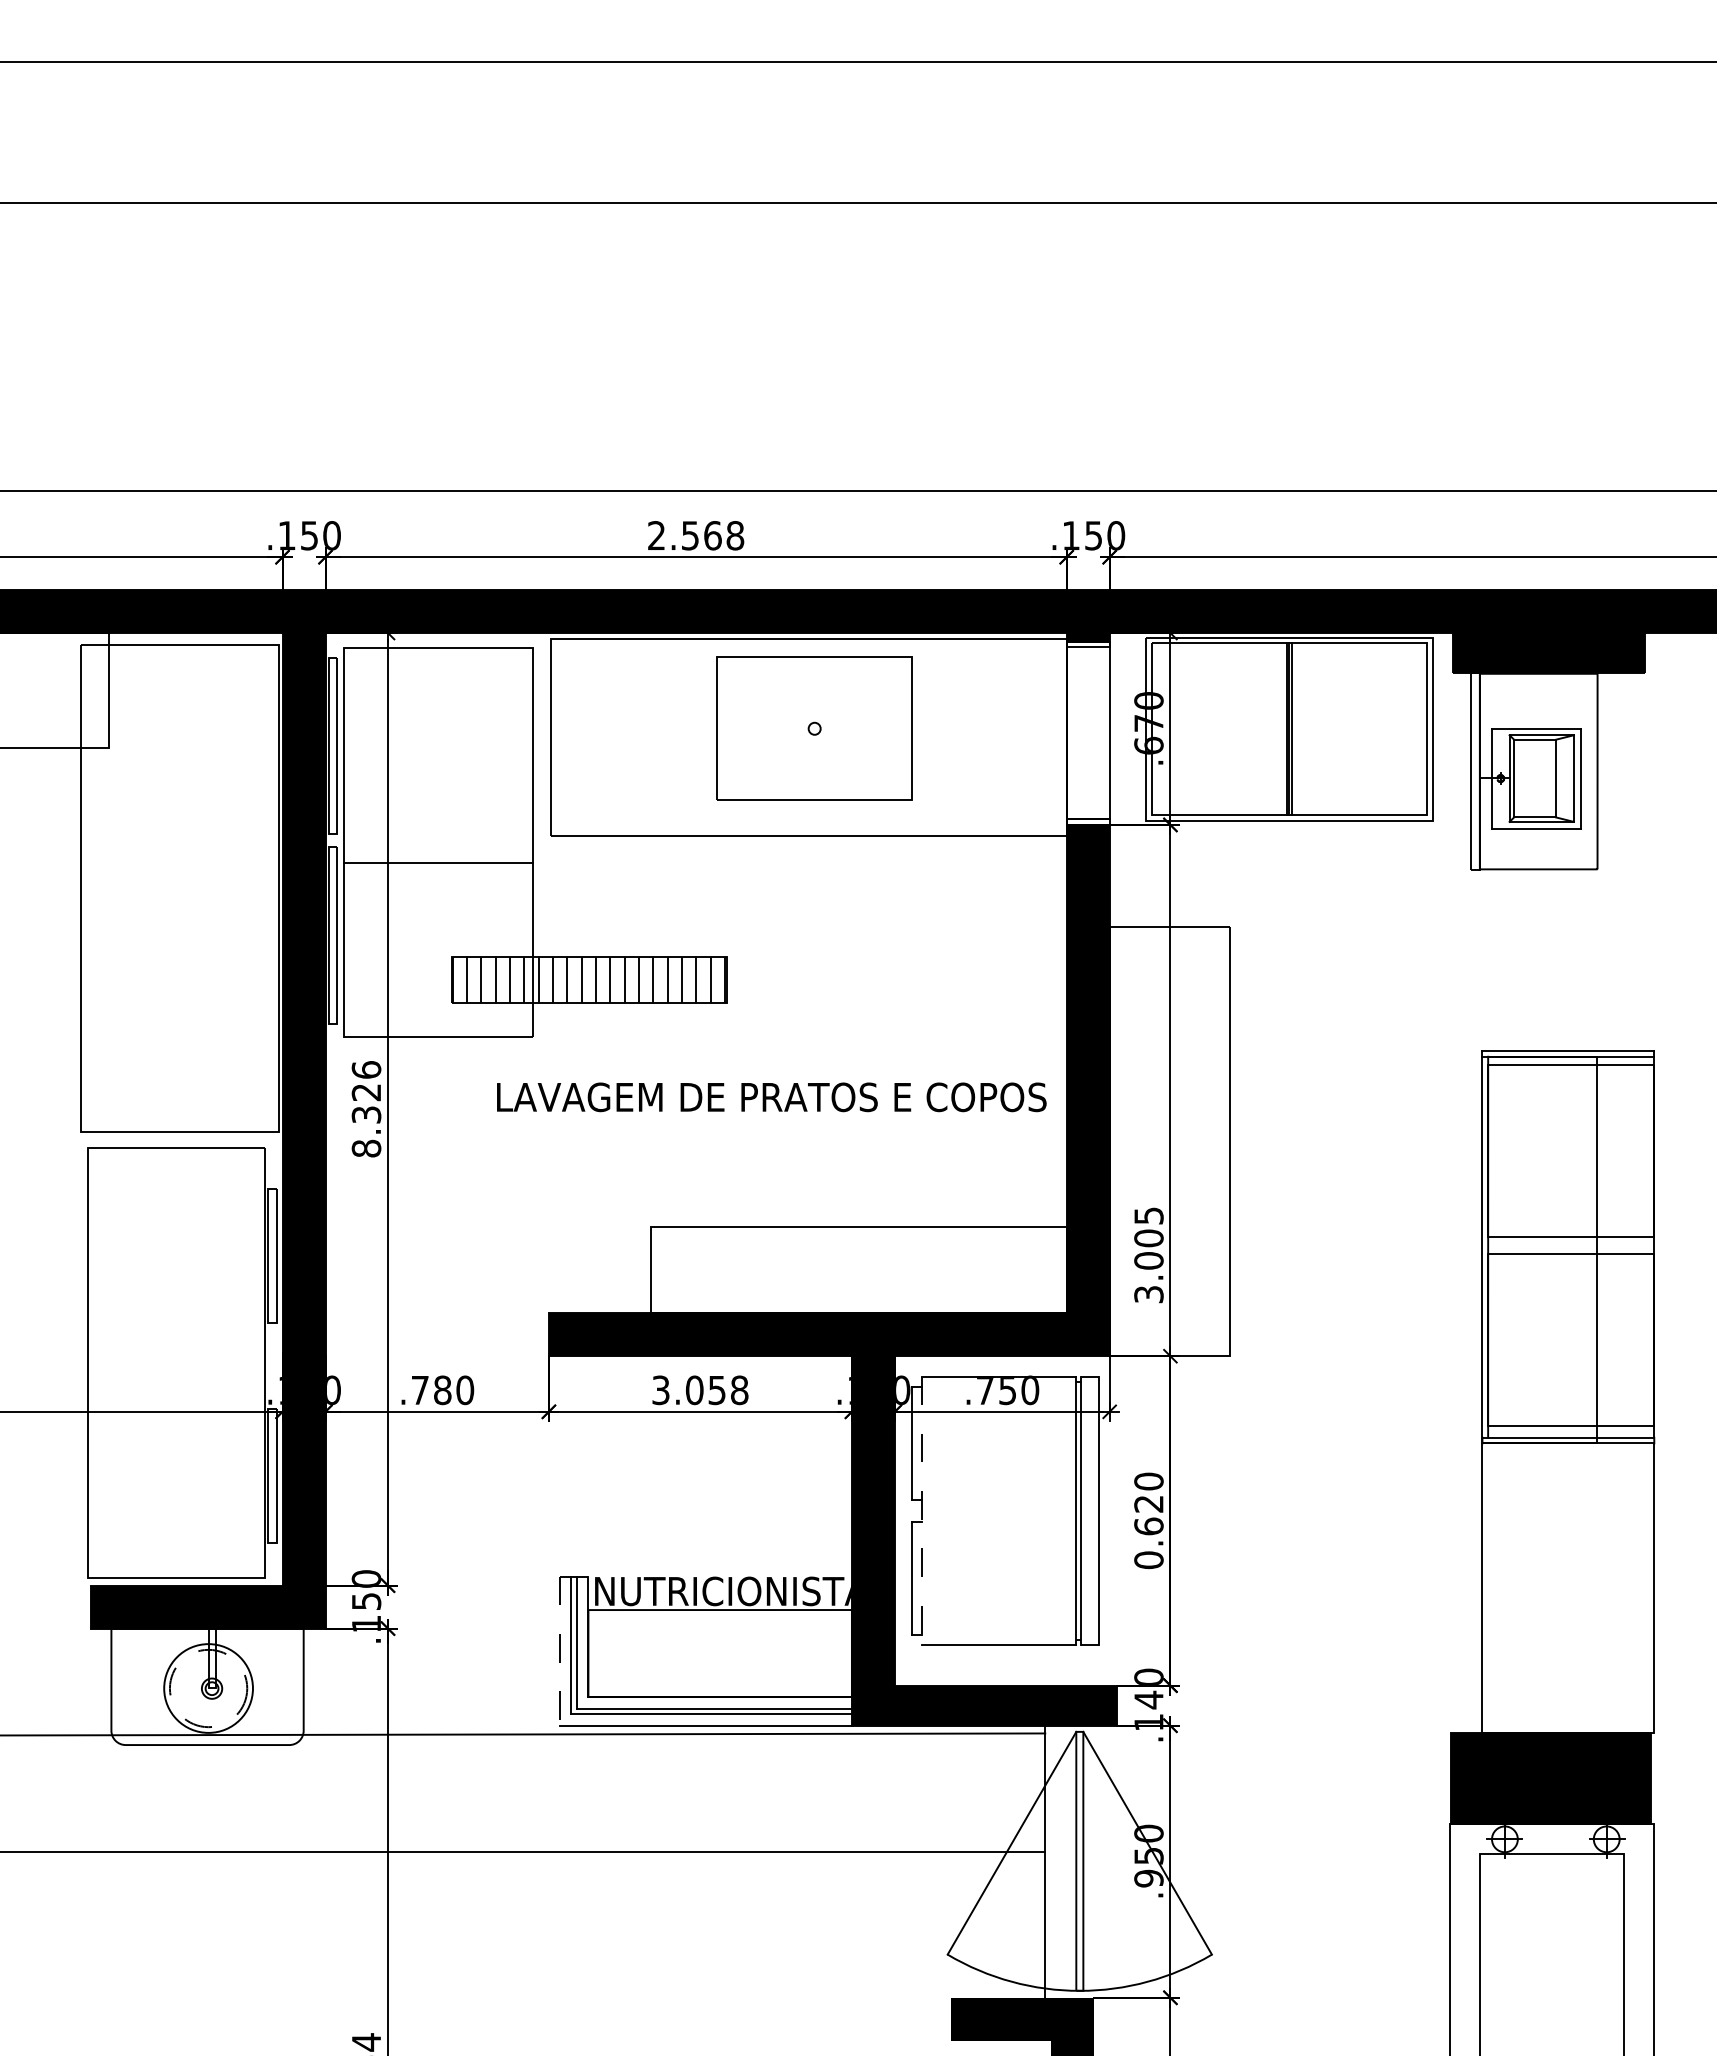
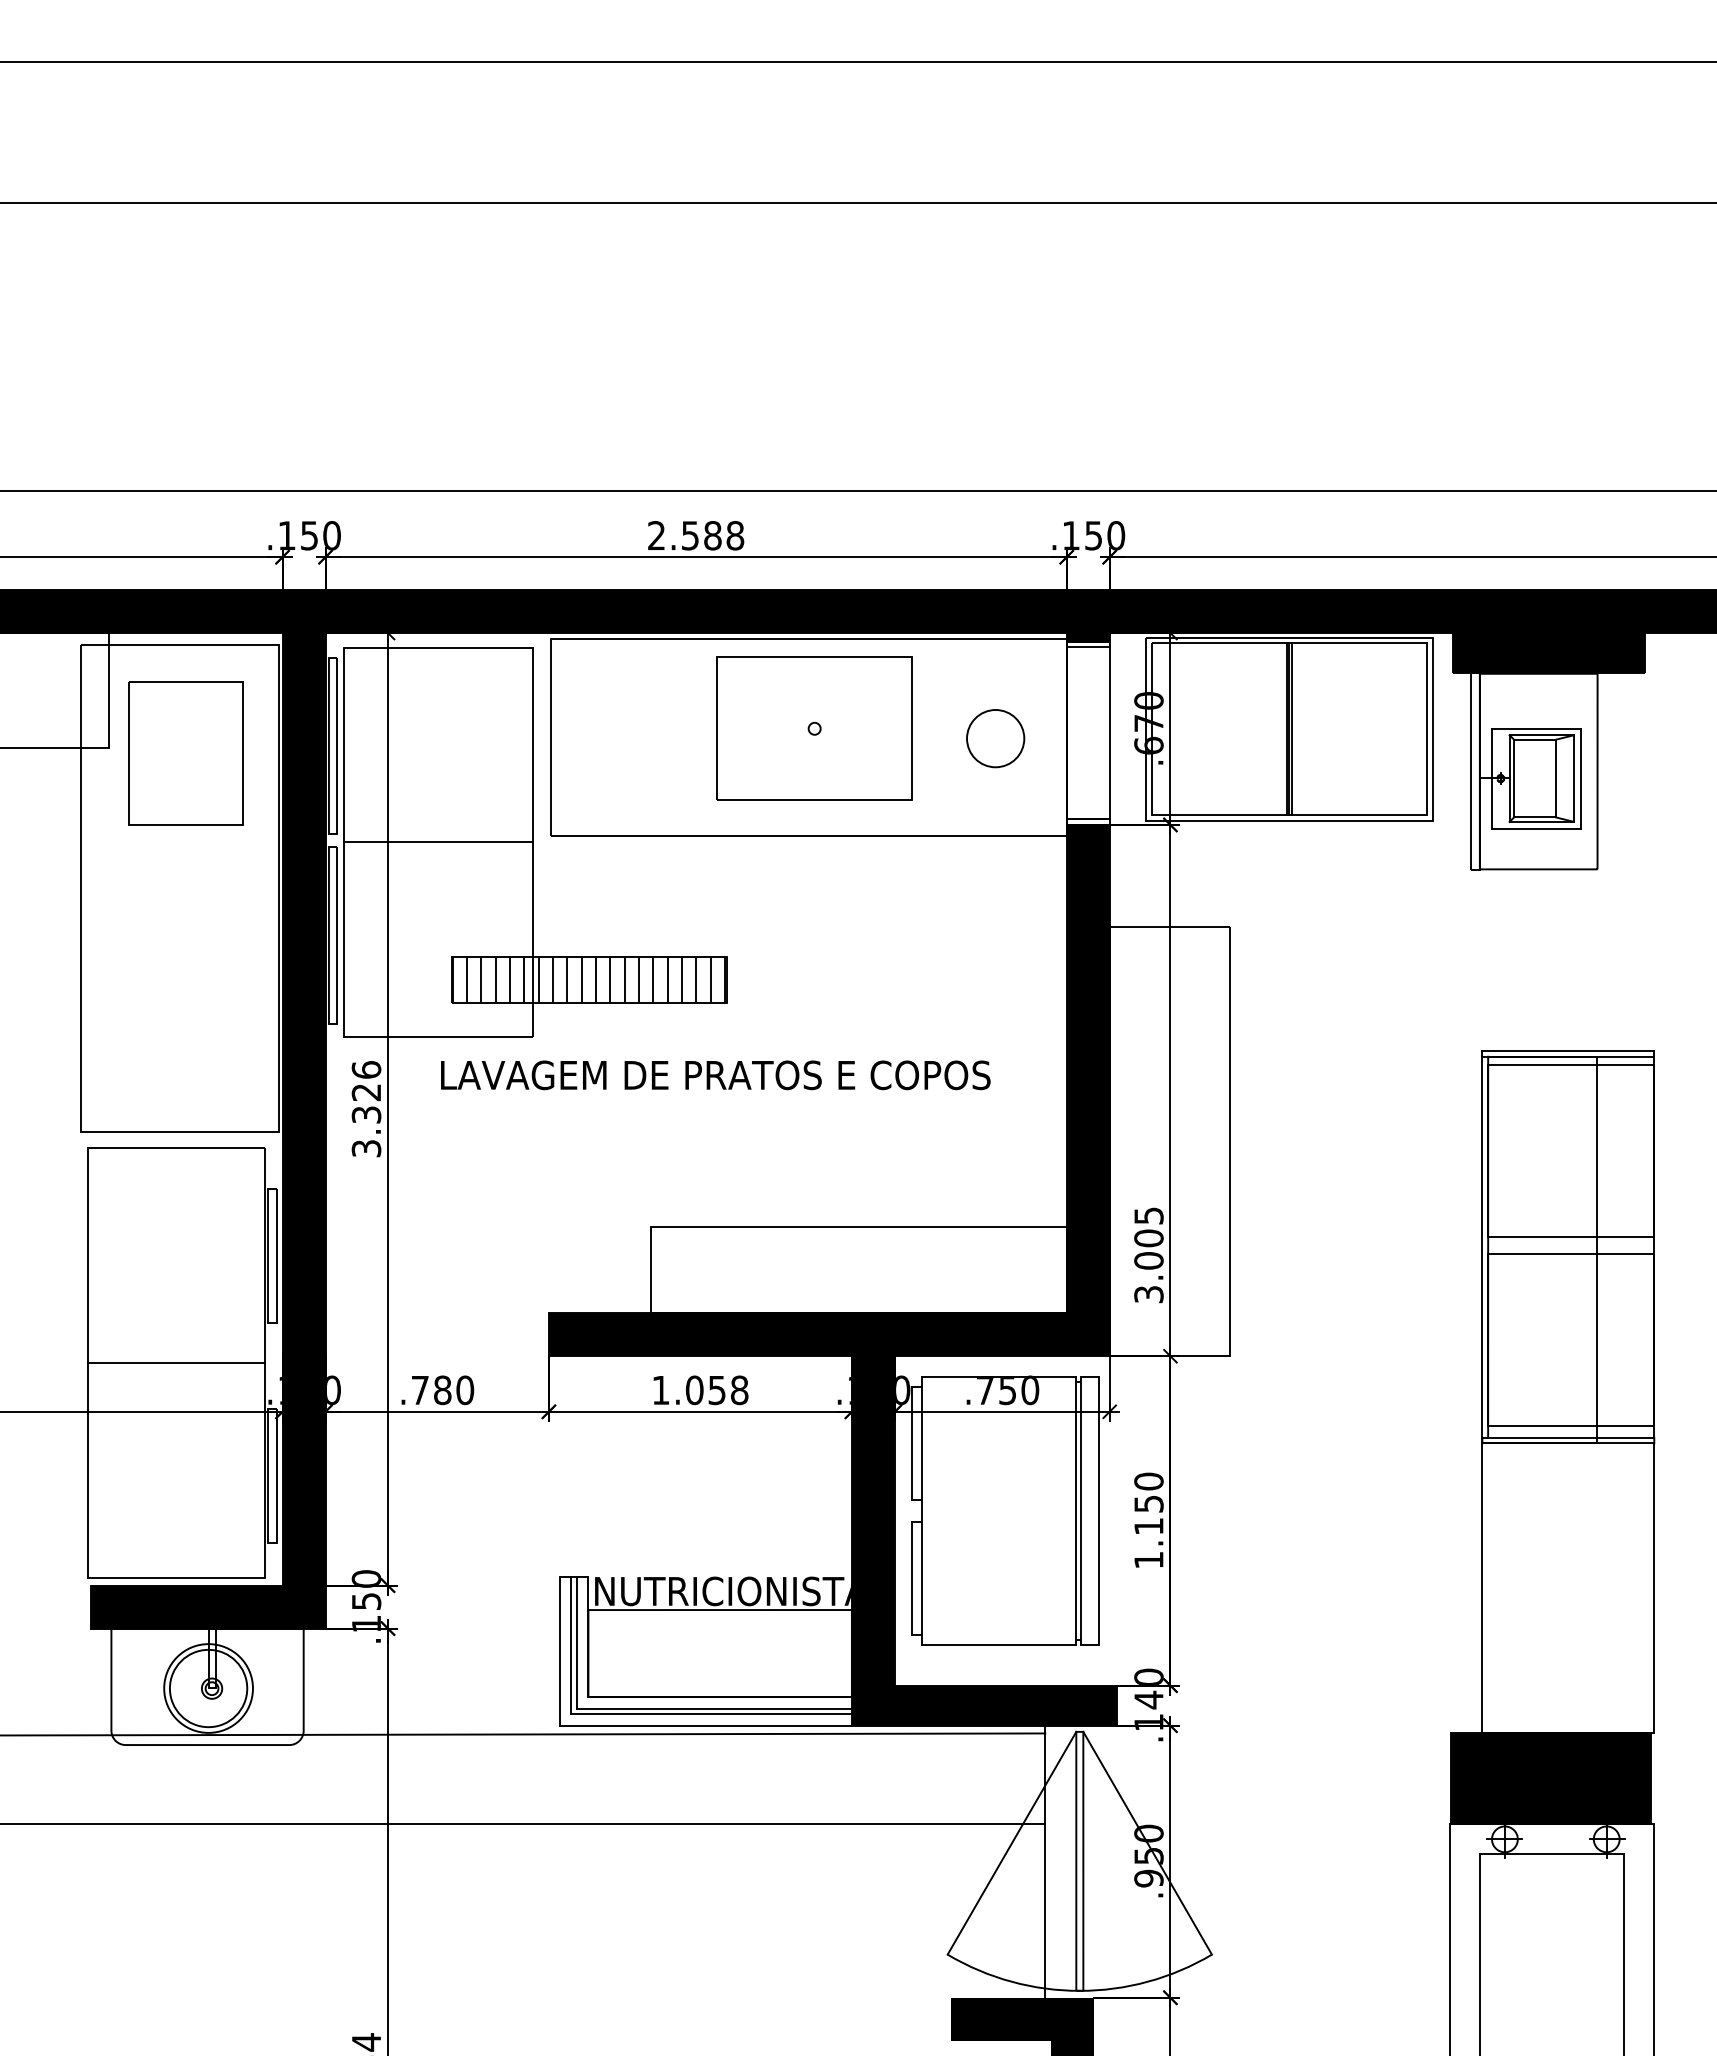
text at (712, 535): 2.568 -> 2.588
circle at (995, 738): none -> present
part at (185, 753): none -> present
line at (438, 863) position: (438, 863) -> (438, 842)
text at (771, 1097) position: (771, 1097) -> (715, 1075)
text at (366, 1148): 8.326 -> 3.326
line at (176, 1363): none -> present
text at (660, 1390): 3.058 -> 1.058
line at (922, 1511): dashed -> solid
text at (1148, 1532): 0.620 -> 1.150
line at (559, 1651): dashed -> solid
circle at (208, 1688): dashed -> solid
line at (523, 1852) position: (523, 1852) -> (523, 1824)
